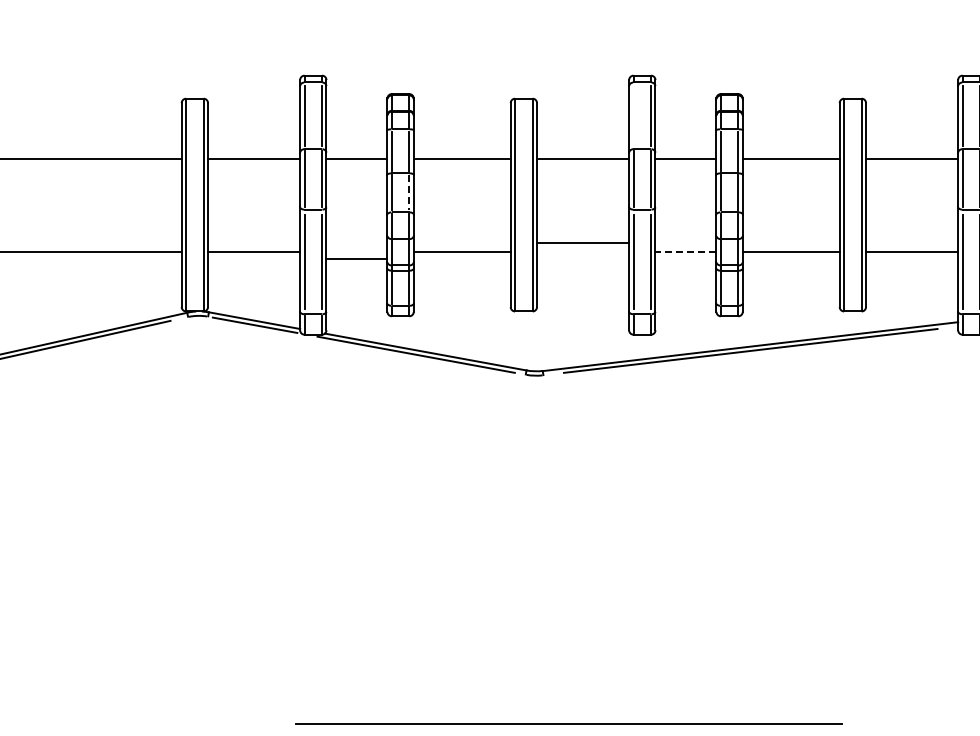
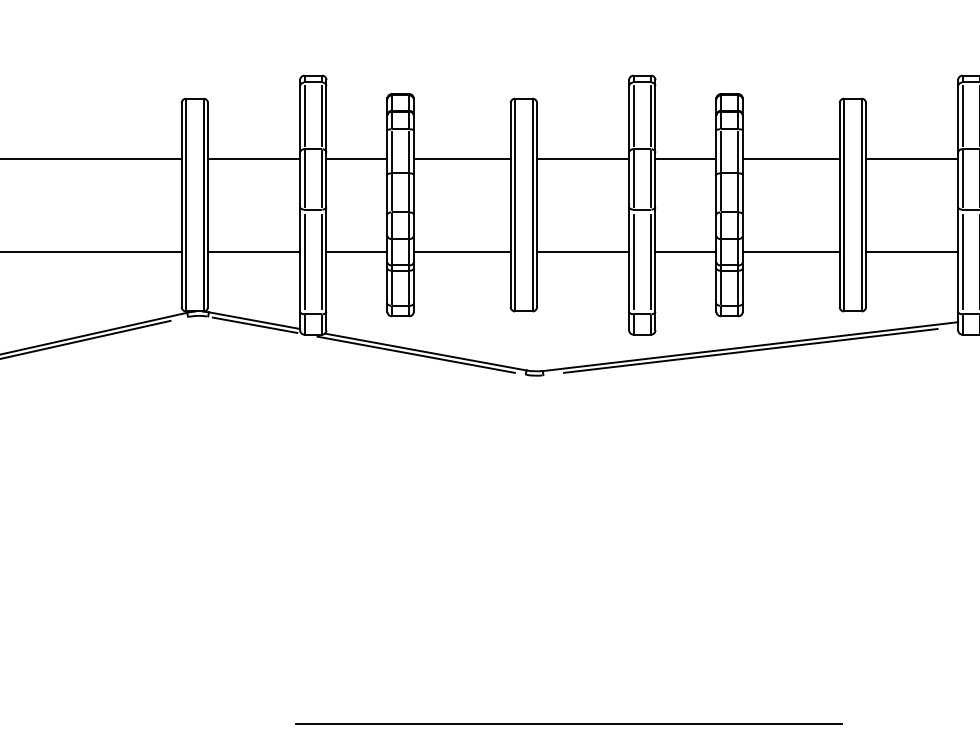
line at (633, 115): none -> present
line at (409, 192): dashed -> solid
line at (583, 242) position: (583, 242) -> (583, 251)
line at (685, 251): dashed -> solid
line at (356, 258) position: (356, 258) -> (356, 251)
